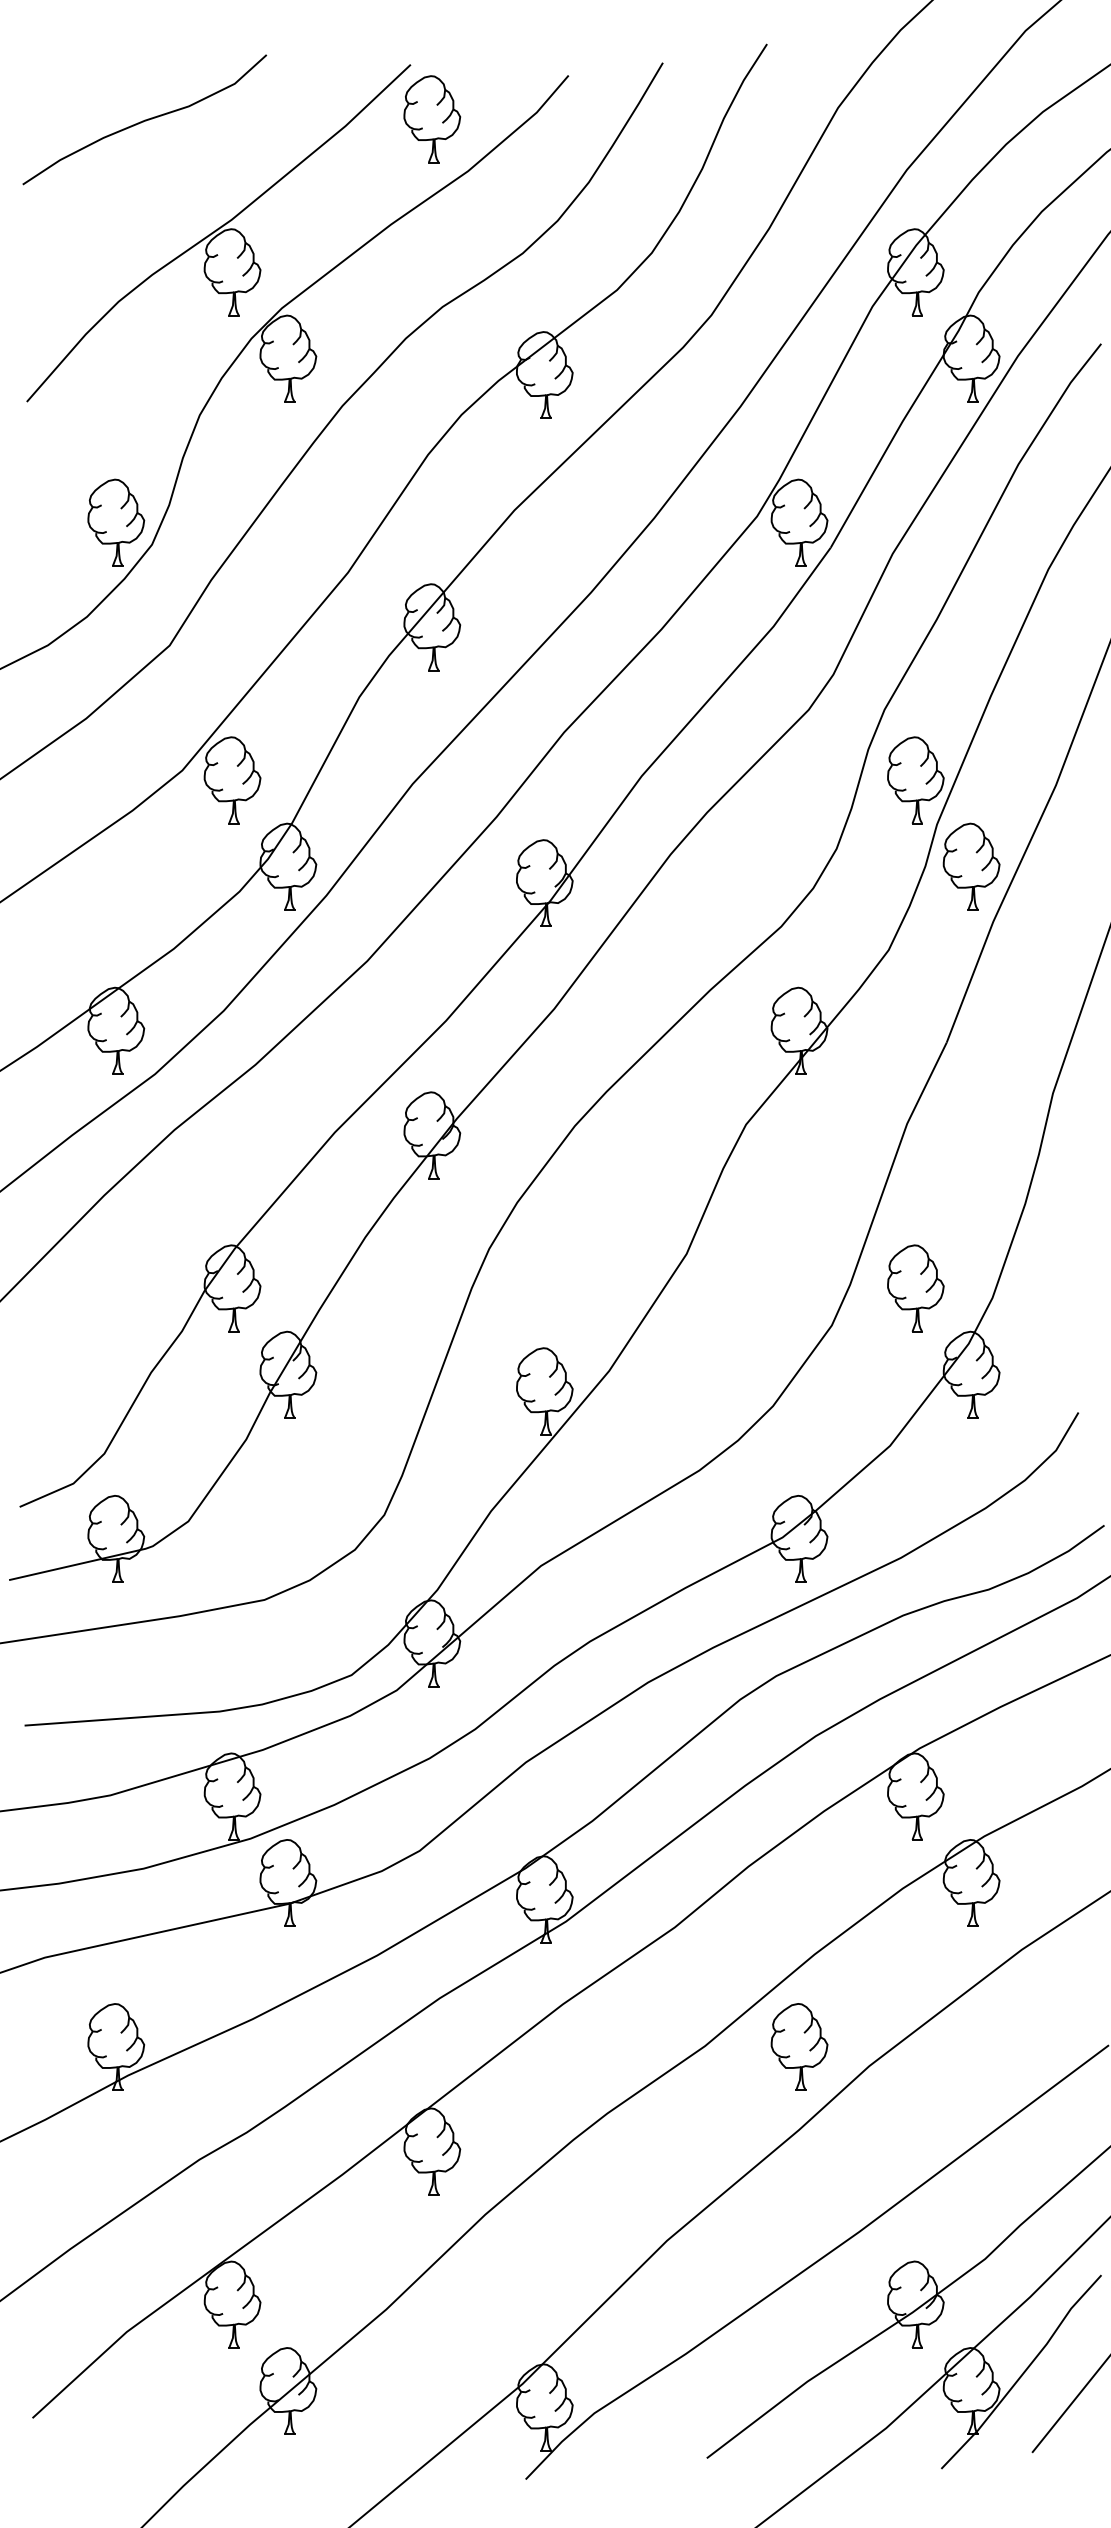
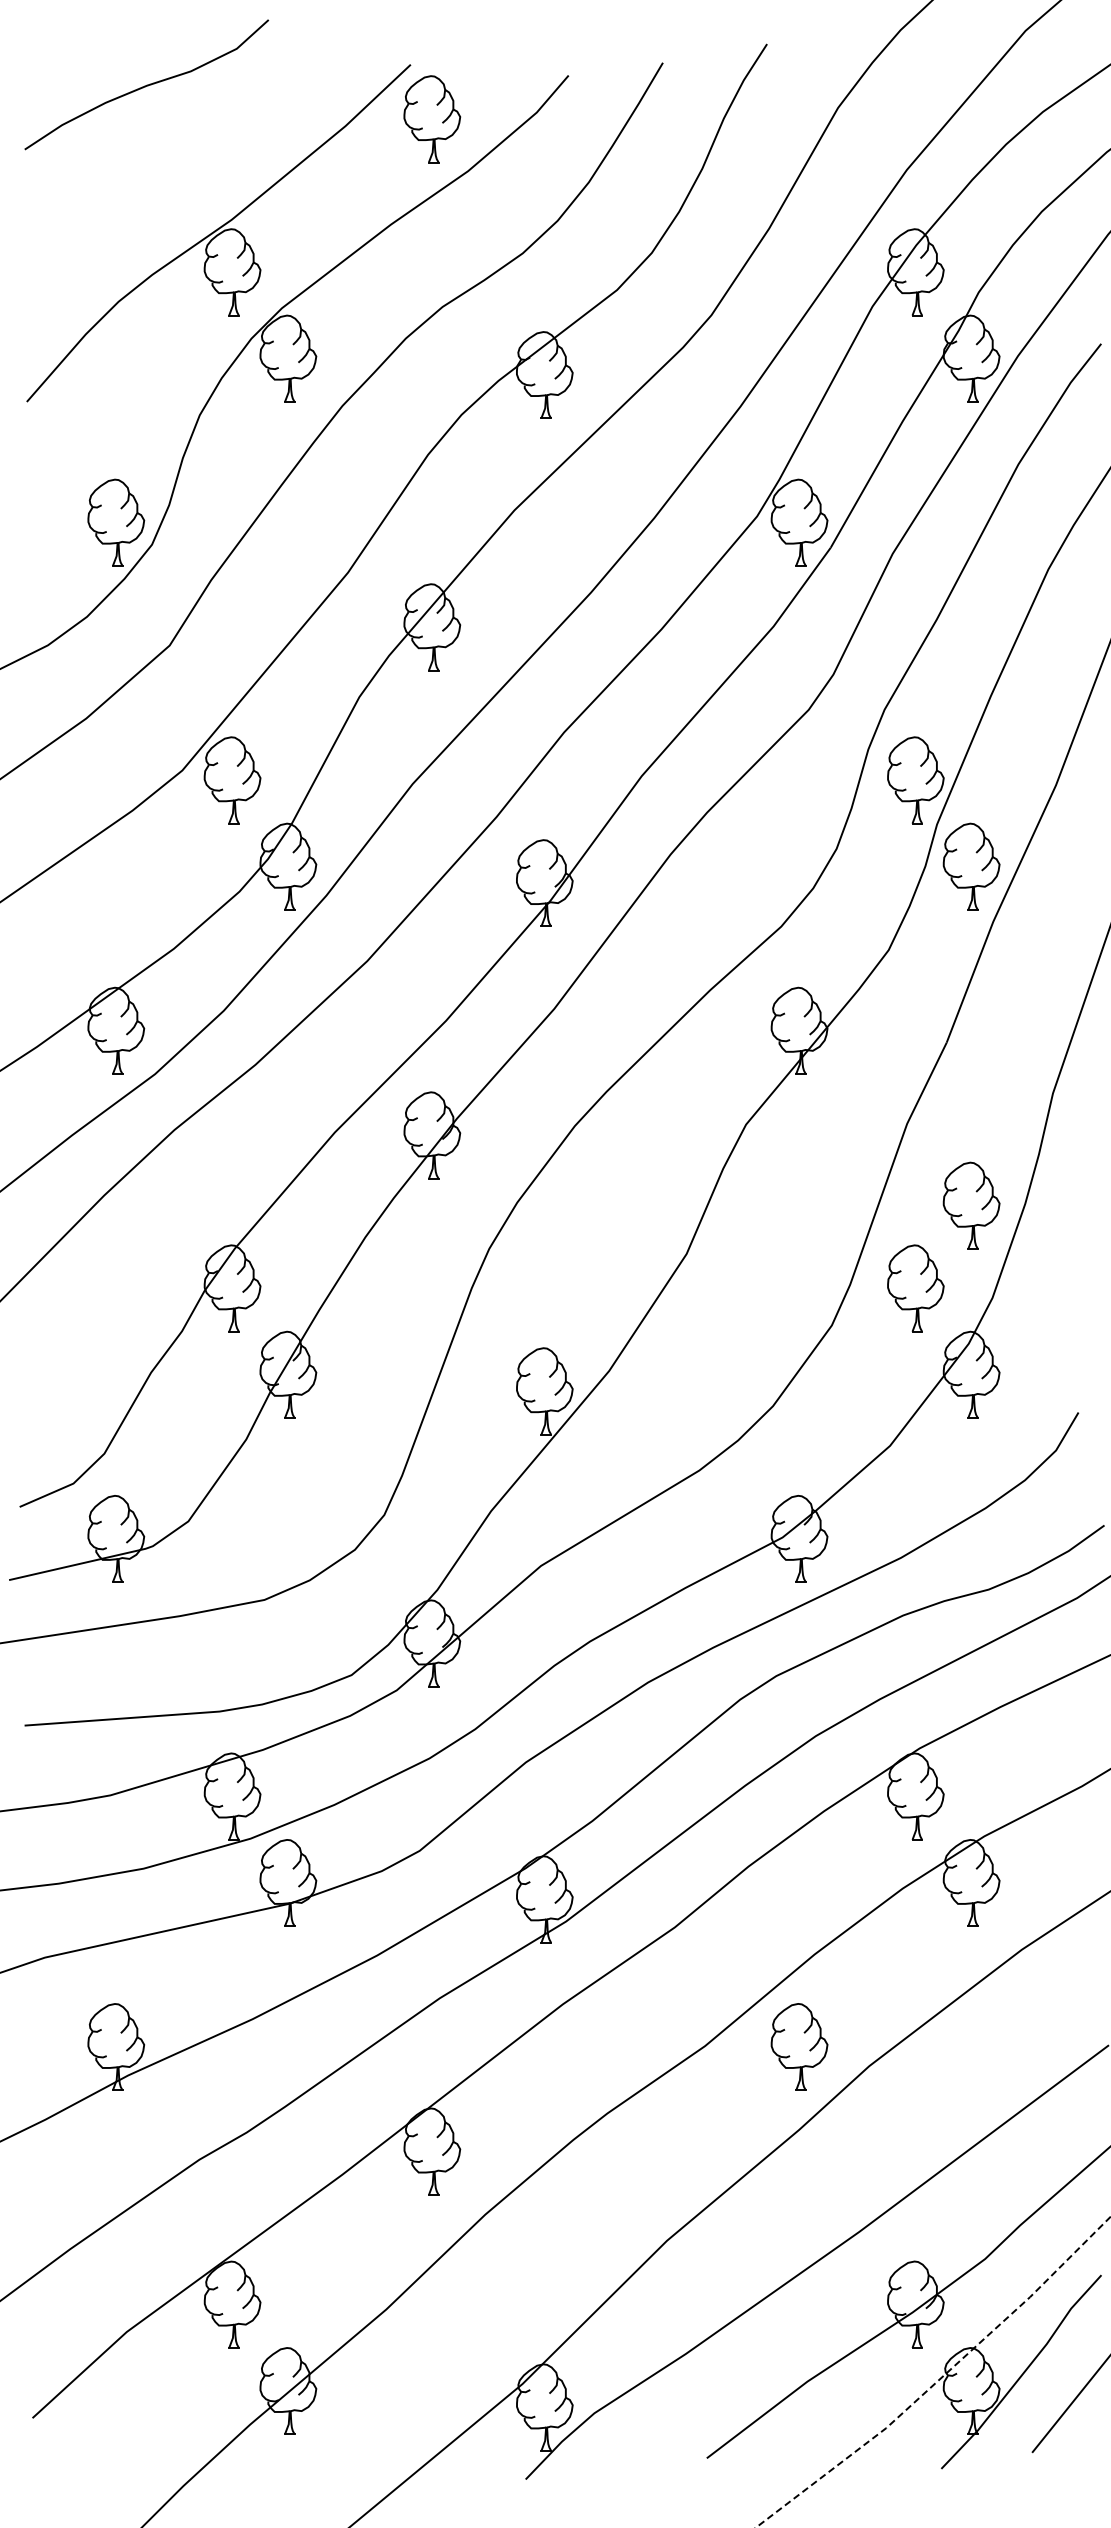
curve at (145, 119) position: (145, 119) -> (147, 84)
part at (971, 1205): none -> present
line at (940, 2379): solid -> dashed
